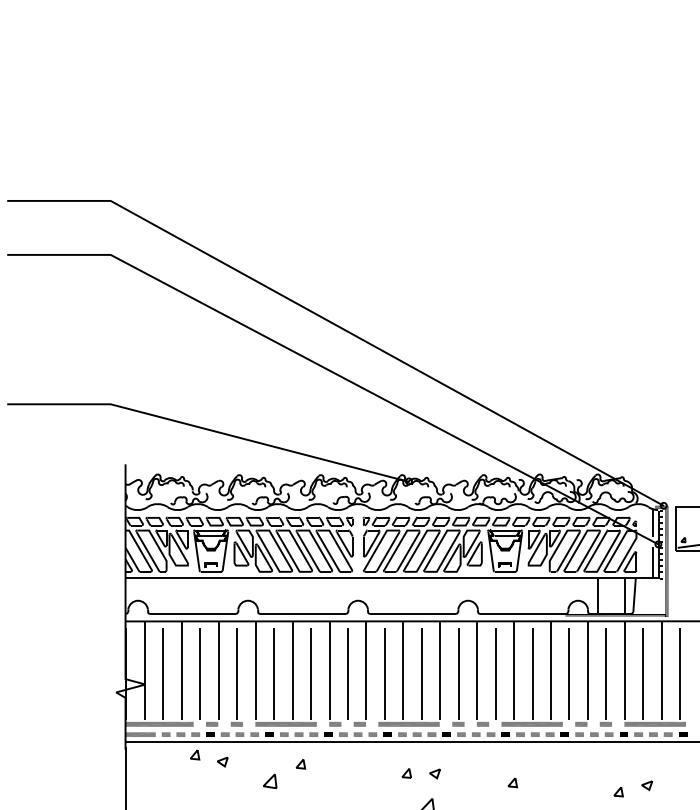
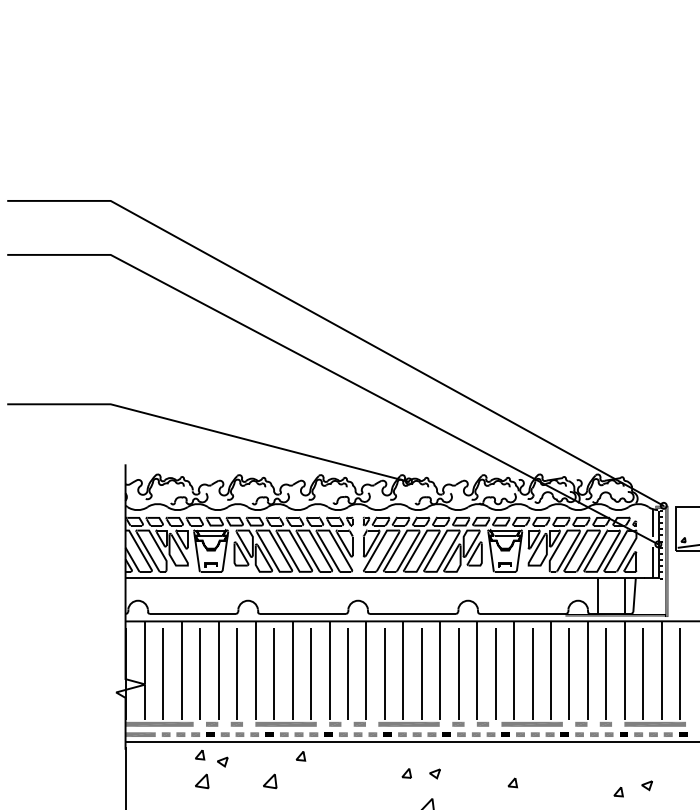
part at (195, 755) position: (195, 755) -> (200, 755)
part at (300, 764) position: (300, 764) -> (300, 756)
part at (202, 781): none -> present
